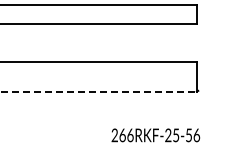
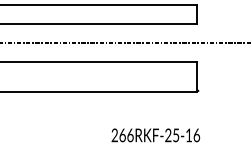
line at (124, 43): none -> present
line at (98, 91): dashed -> solid
text at (188, 135): 266RKF-25-56 -> 266RKF-25-16
